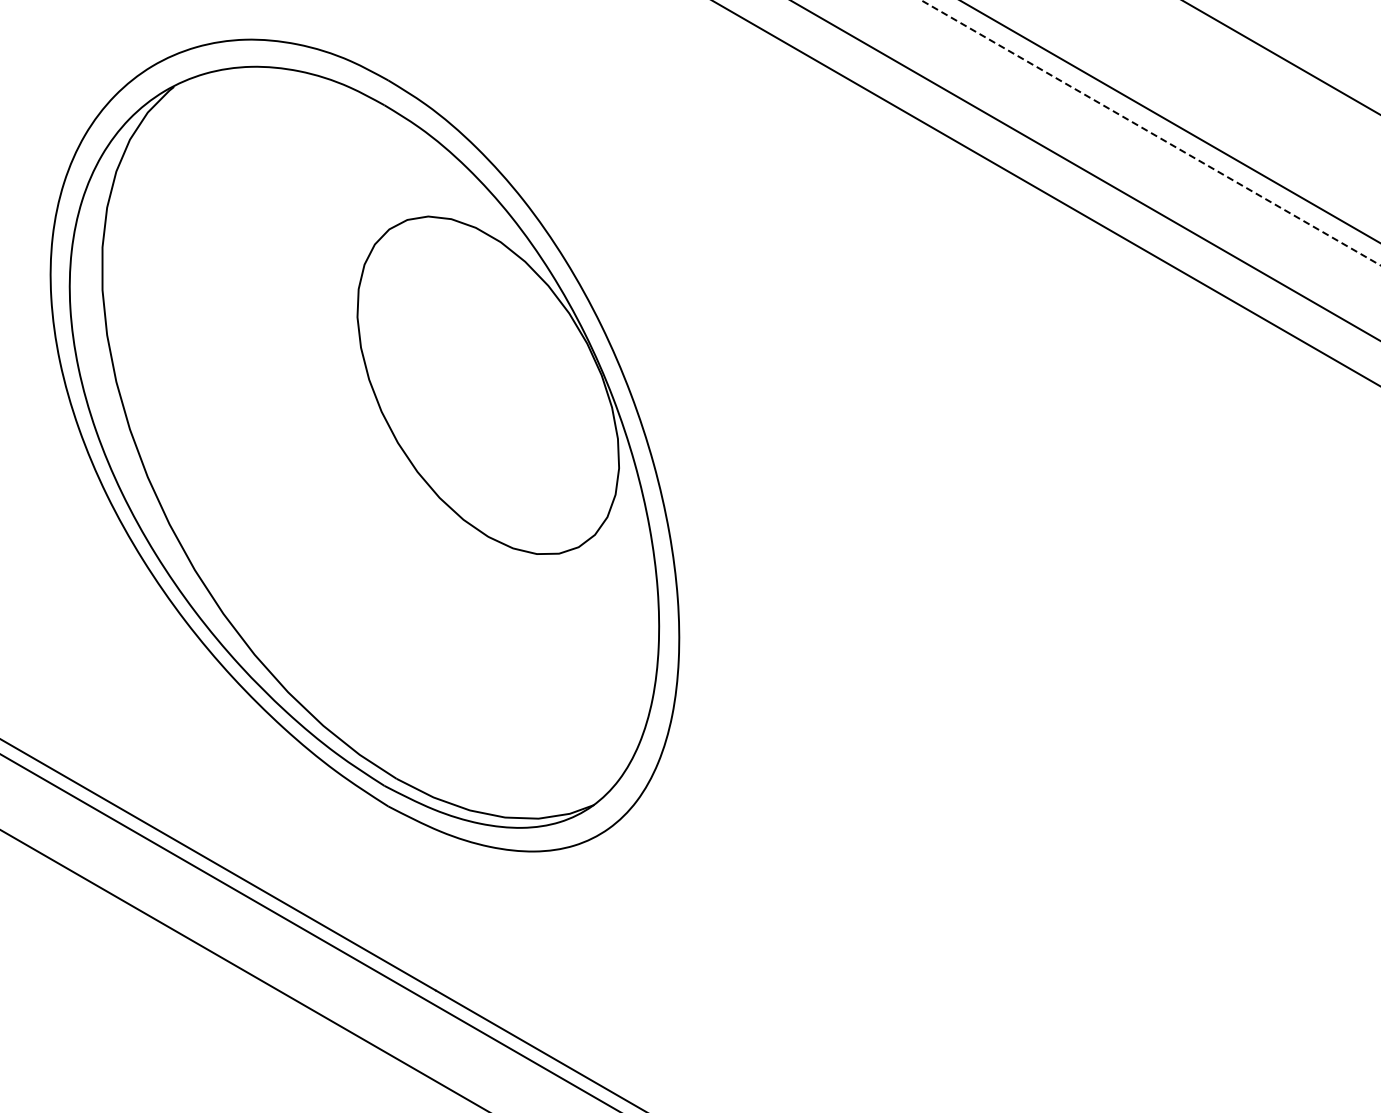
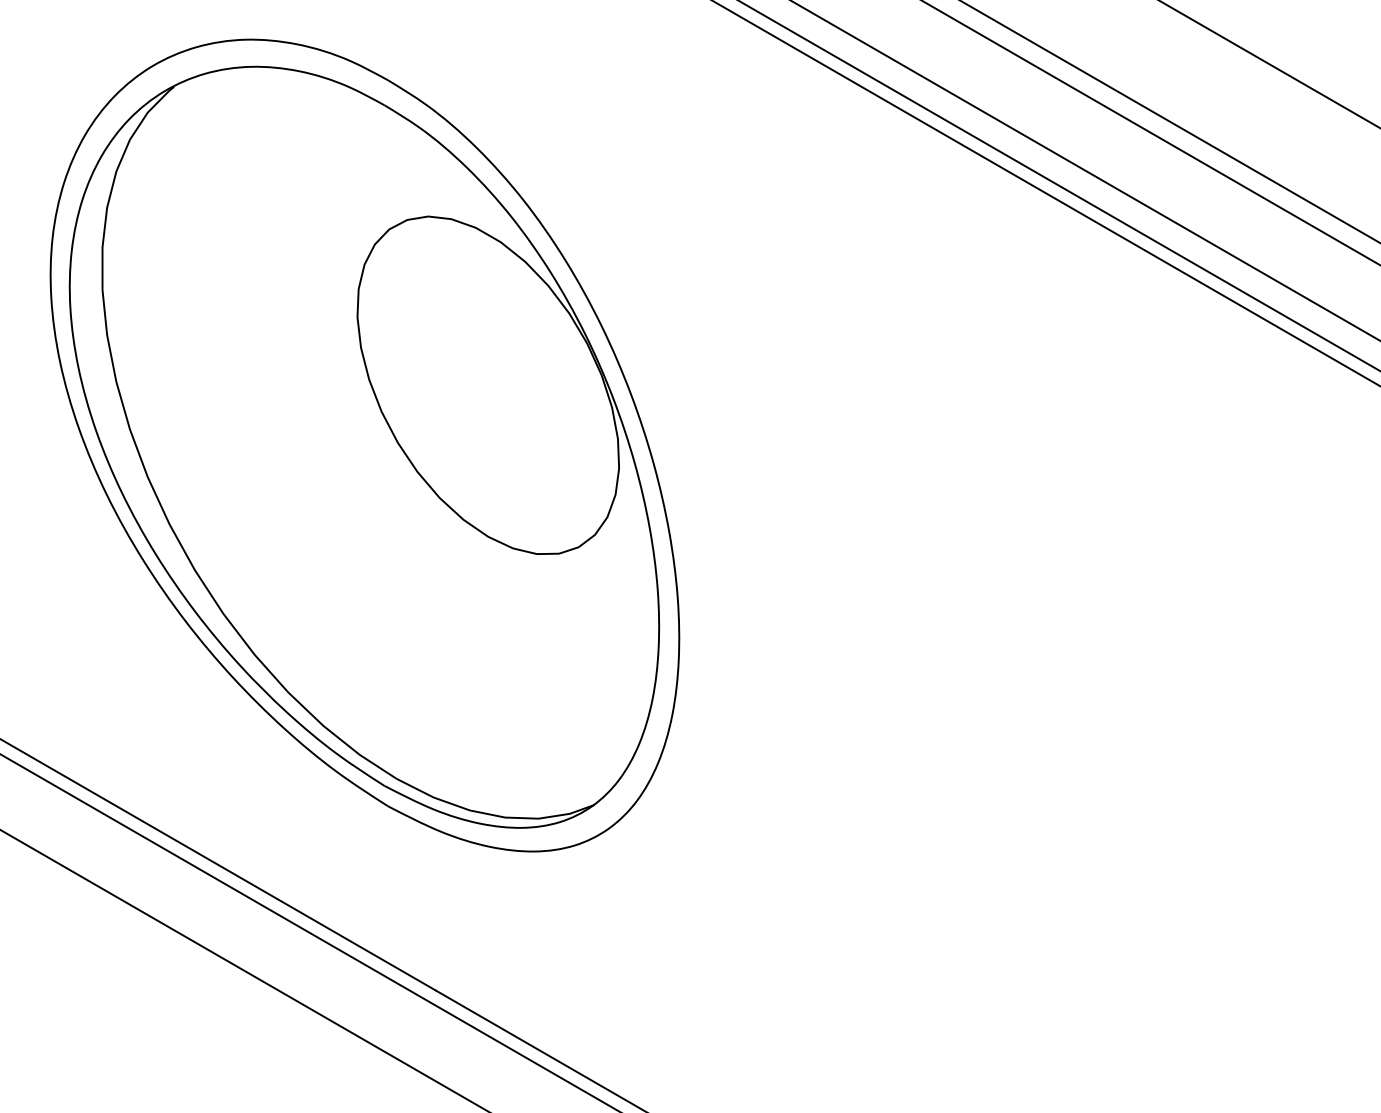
line at (1281, 57) position: (1281, 57) -> (1269, 64)
line at (1151, 133): dashed -> solid
line at (1058, 185): none -> present
